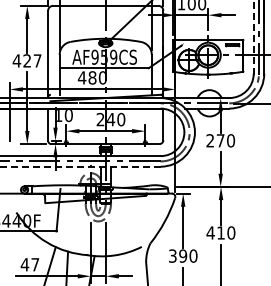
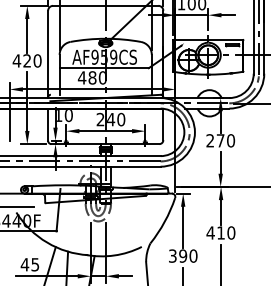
line at (253, 37): dashed -> solid
text at (37, 60): 427 -> 420
line at (80, 166): dashed -> solid
line at (17, 207): none -> present
text at (35, 264): 47 -> 45
